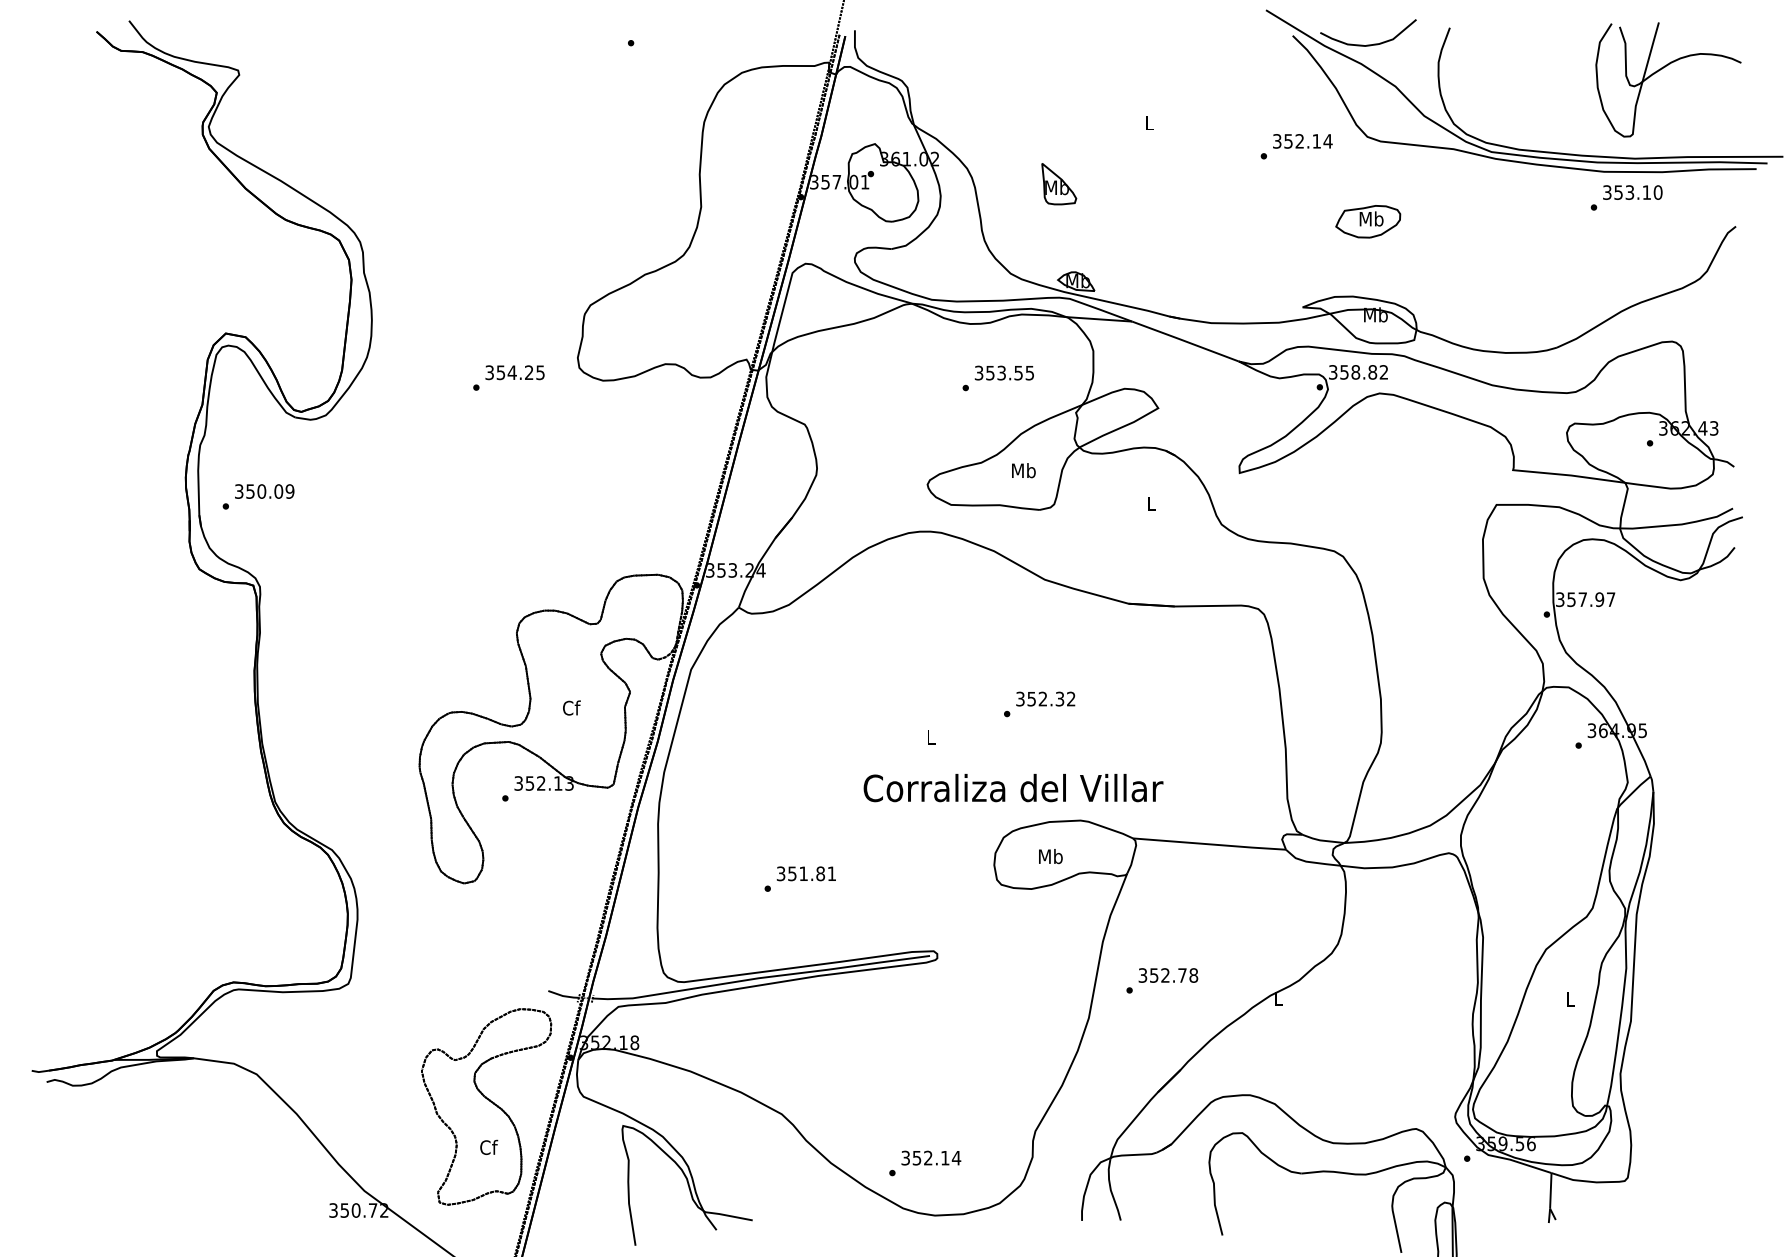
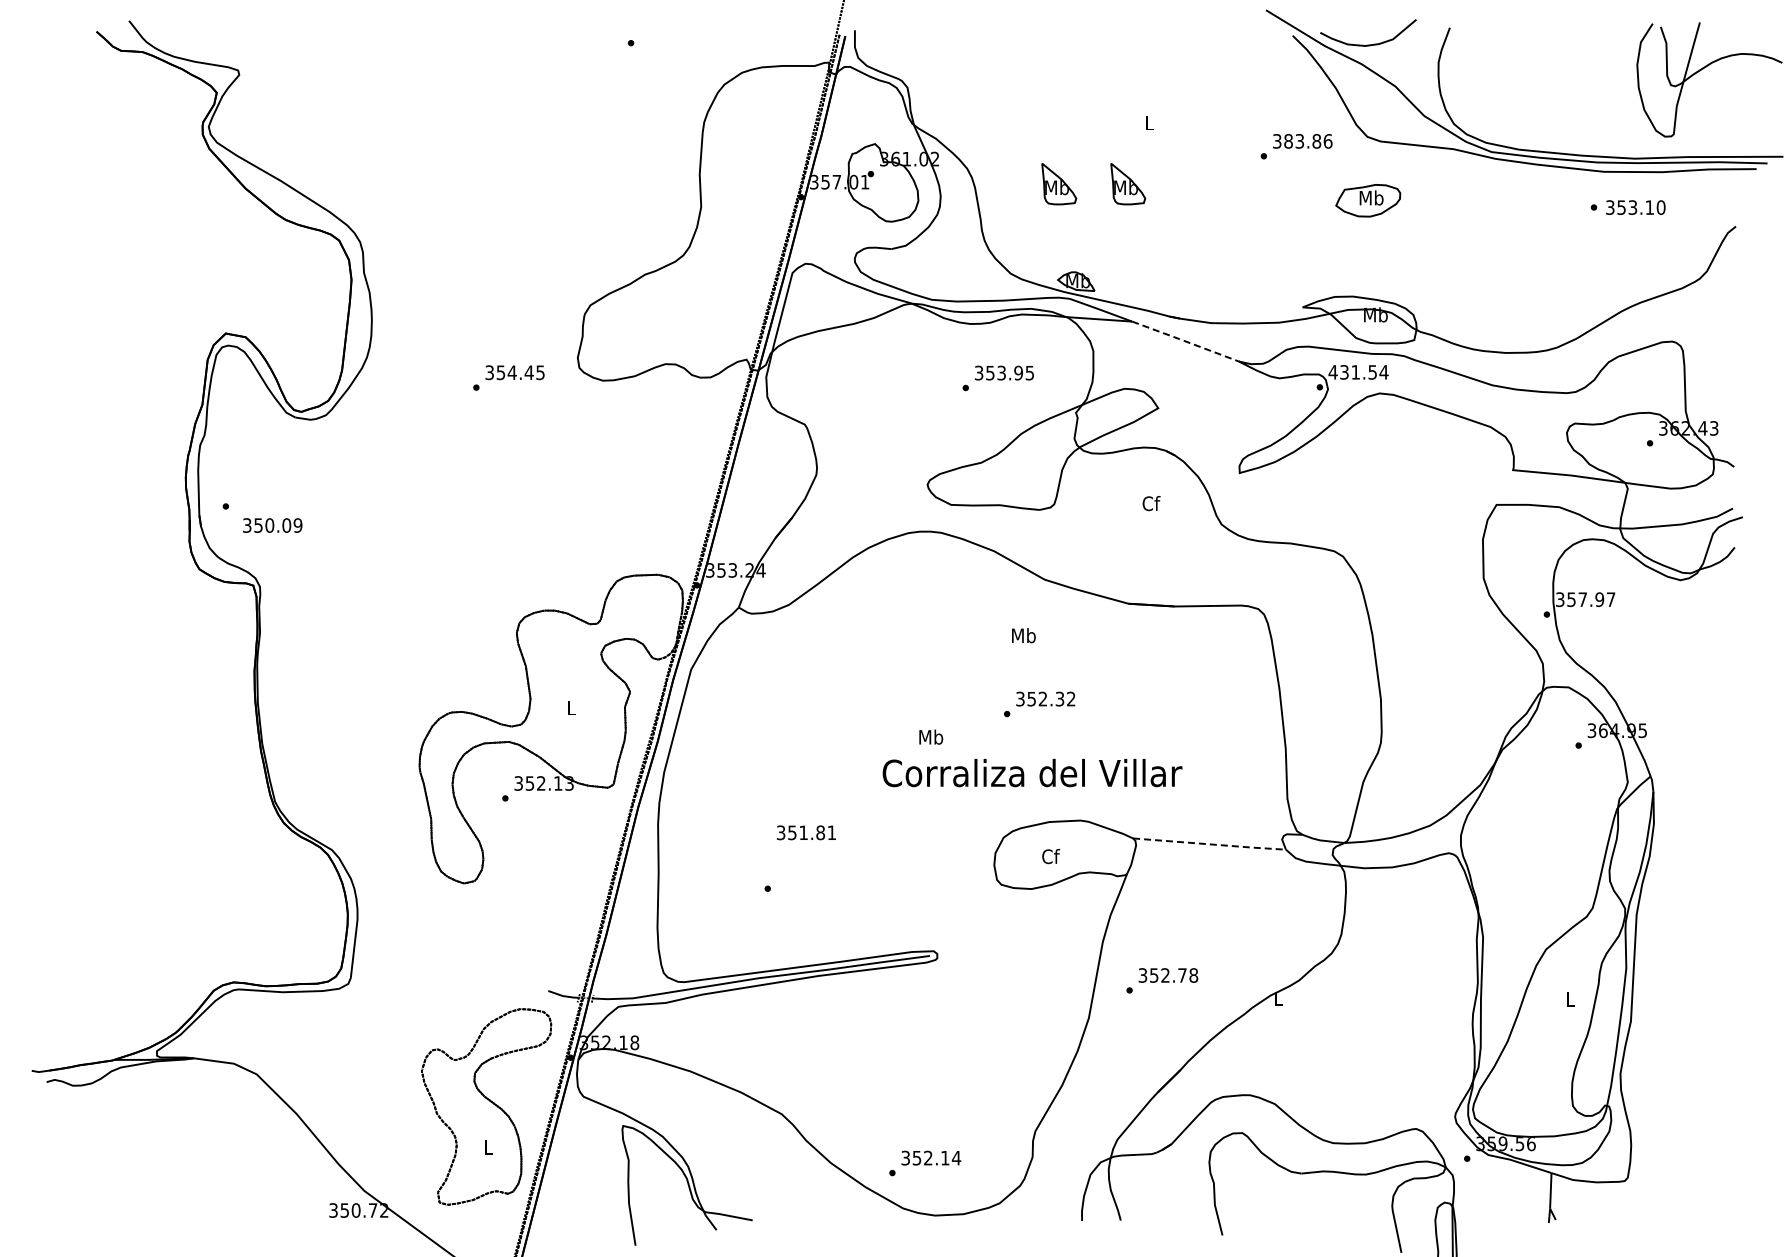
part at (1662, 69) position: (1662, 69) -> (1703, 69)
text at (1308, 141): 352.14 -> 383.86
part at (1128, 184): none -> present
text at (1632, 192) position: (1632, 192) -> (1635, 207)
part at (1368, 221) position: (1368, 221) -> (1368, 200)
line at (1184, 341): solid -> dashed
text at (528, 372): 354.25 -> 354.45
text at (1018, 372): 353.55 -> 353.95
text at (1358, 372): 358.82 -> 431.54
text at (1023, 470) position: (1023, 470) -> (1023, 635)
text at (264, 491) position: (264, 491) -> (272, 525)
text at (1151, 503): L -> Cf
text at (571, 707): Cf -> L
text at (931, 736): L -> Mb
text at (1013, 788) position: (1013, 788) -> (1032, 773)
line at (1210, 844): solid -> dashed
text at (1050, 856): Mb -> Cf
text at (805, 873) position: (805, 873) -> (805, 832)
text at (489, 1147): Cf -> L
